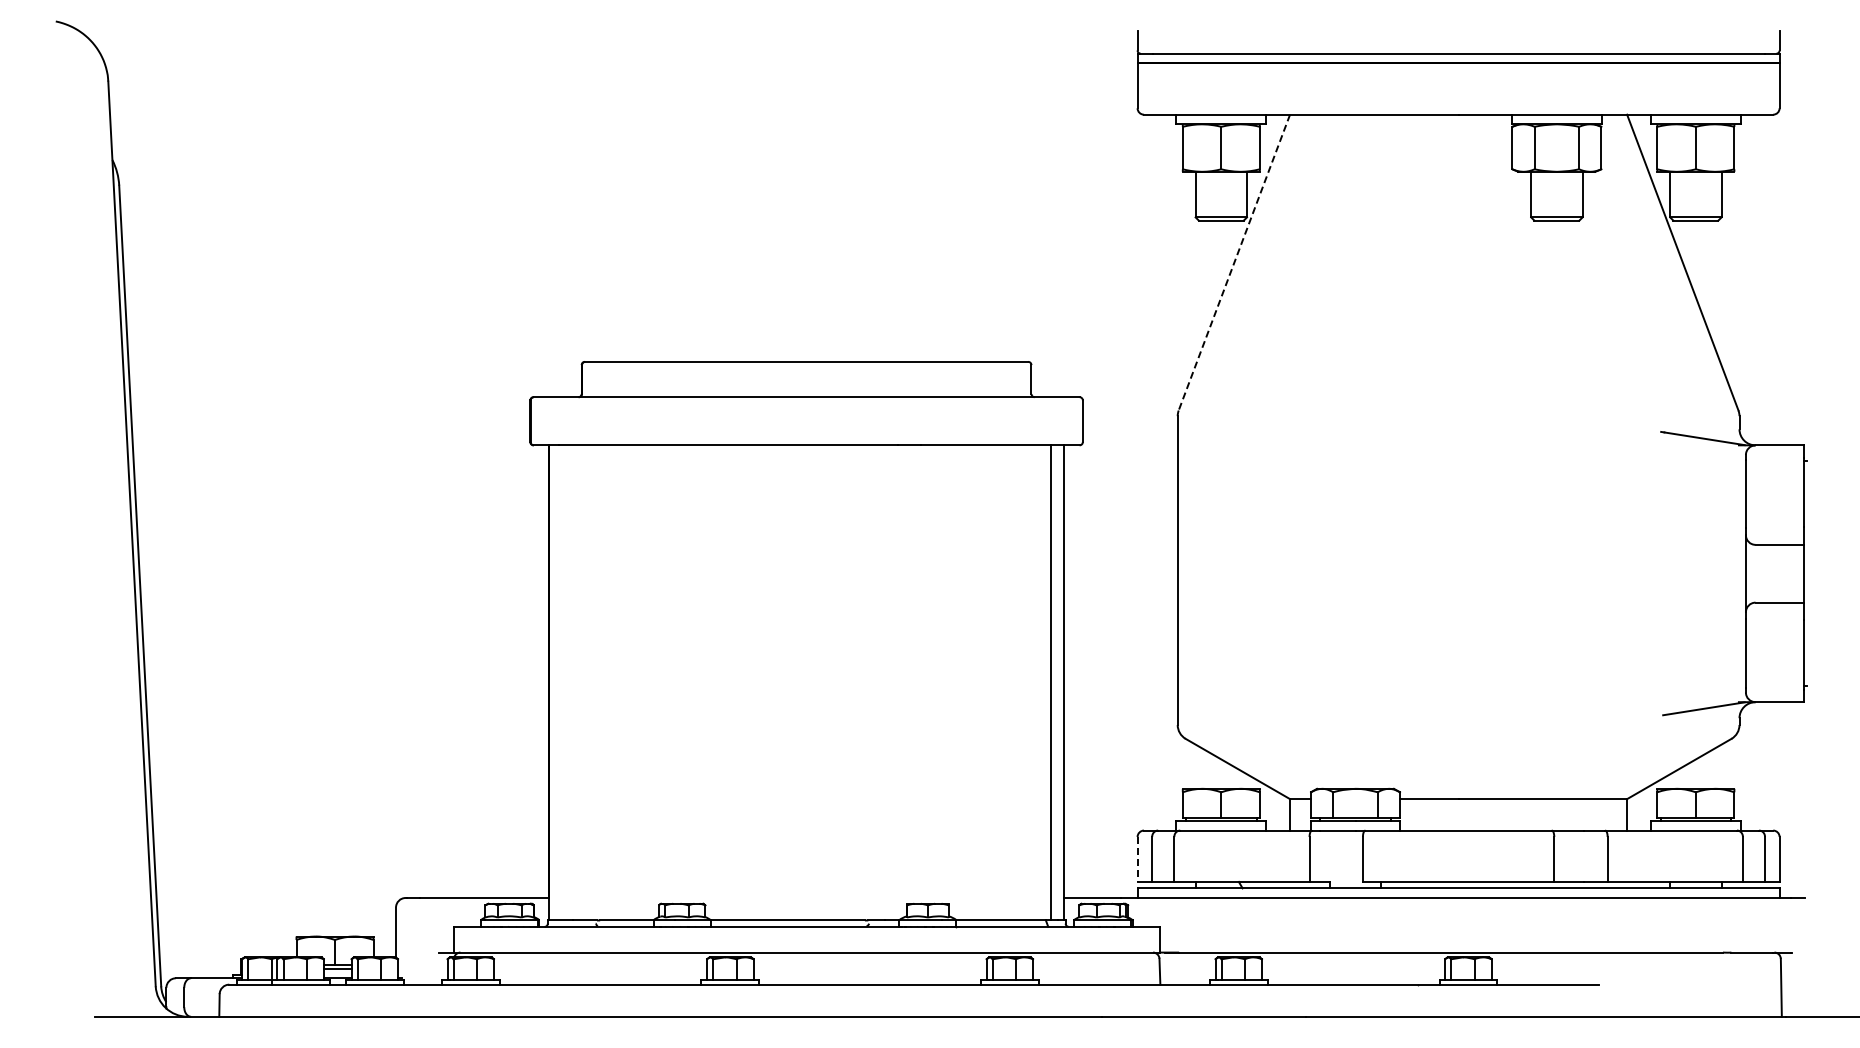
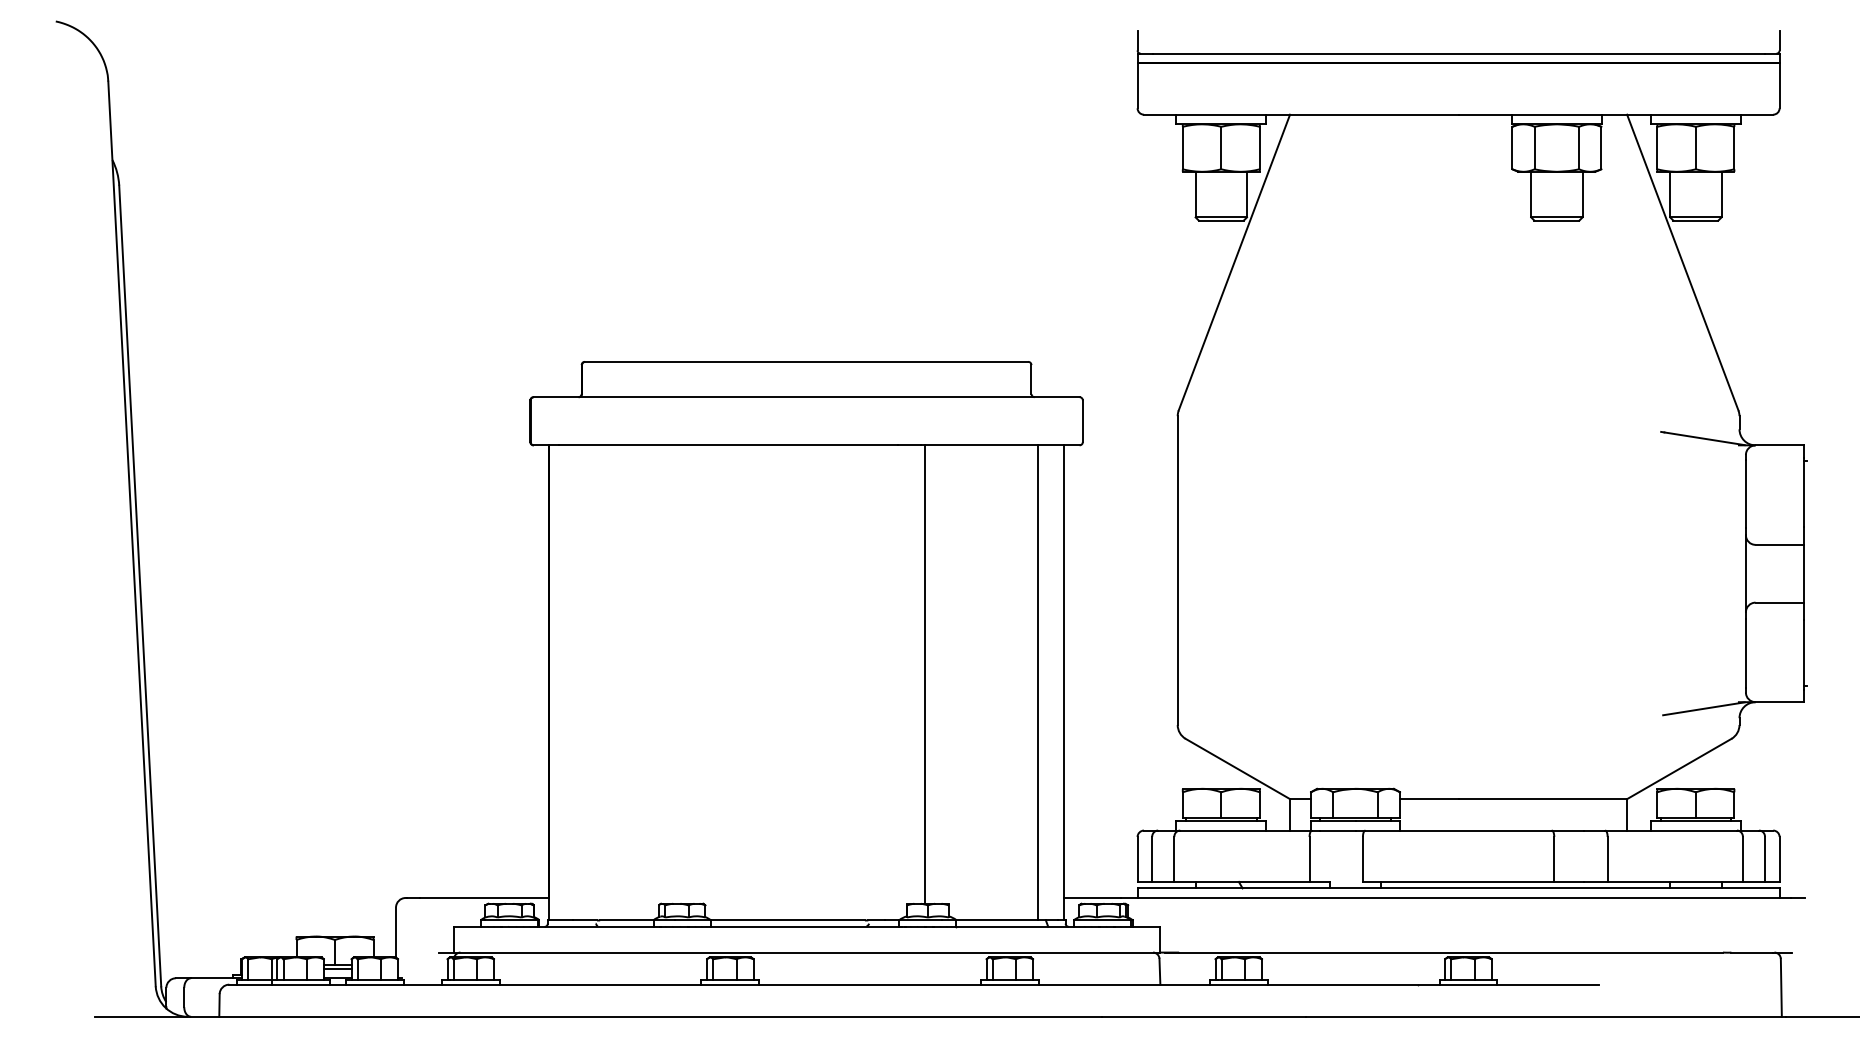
line at (1234, 263): dashed -> solid
line at (924, 674): none -> present
line at (1050, 682) position: (1050, 682) -> (1037, 682)
line at (1137, 859): dashed -> solid
